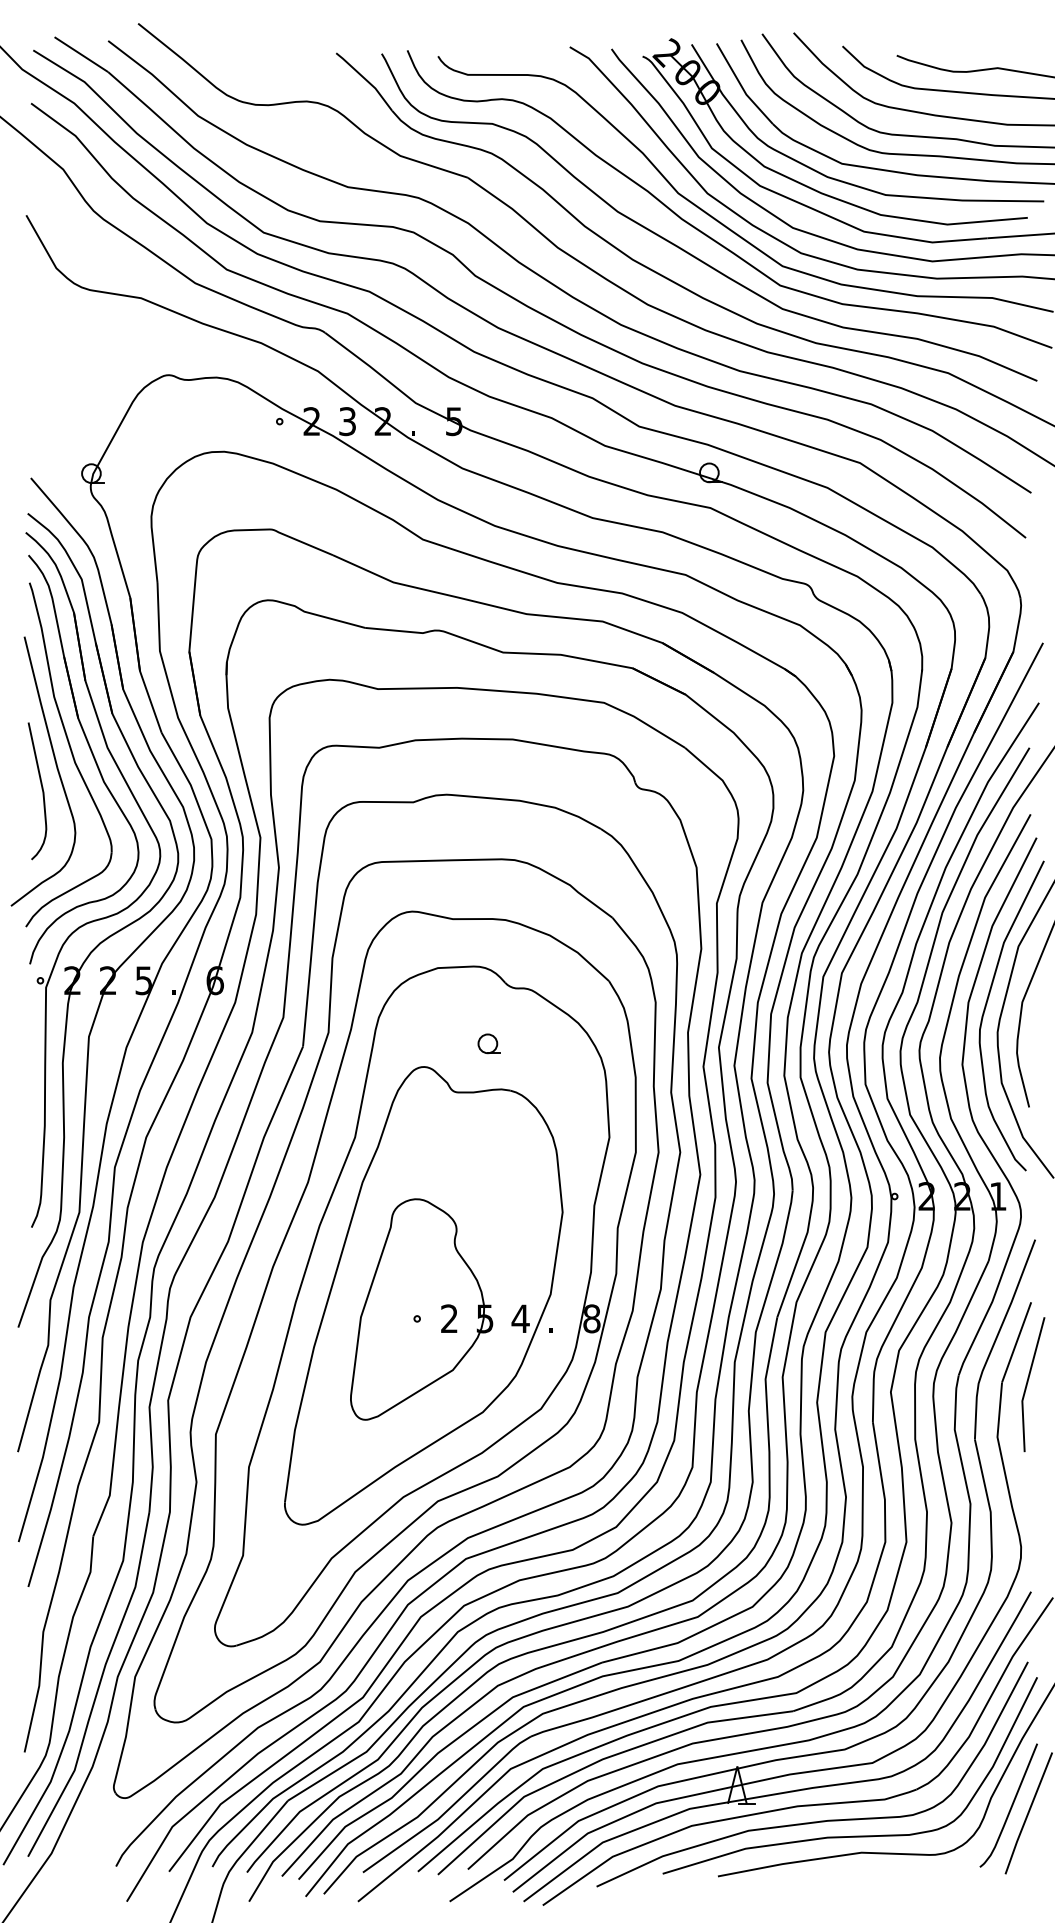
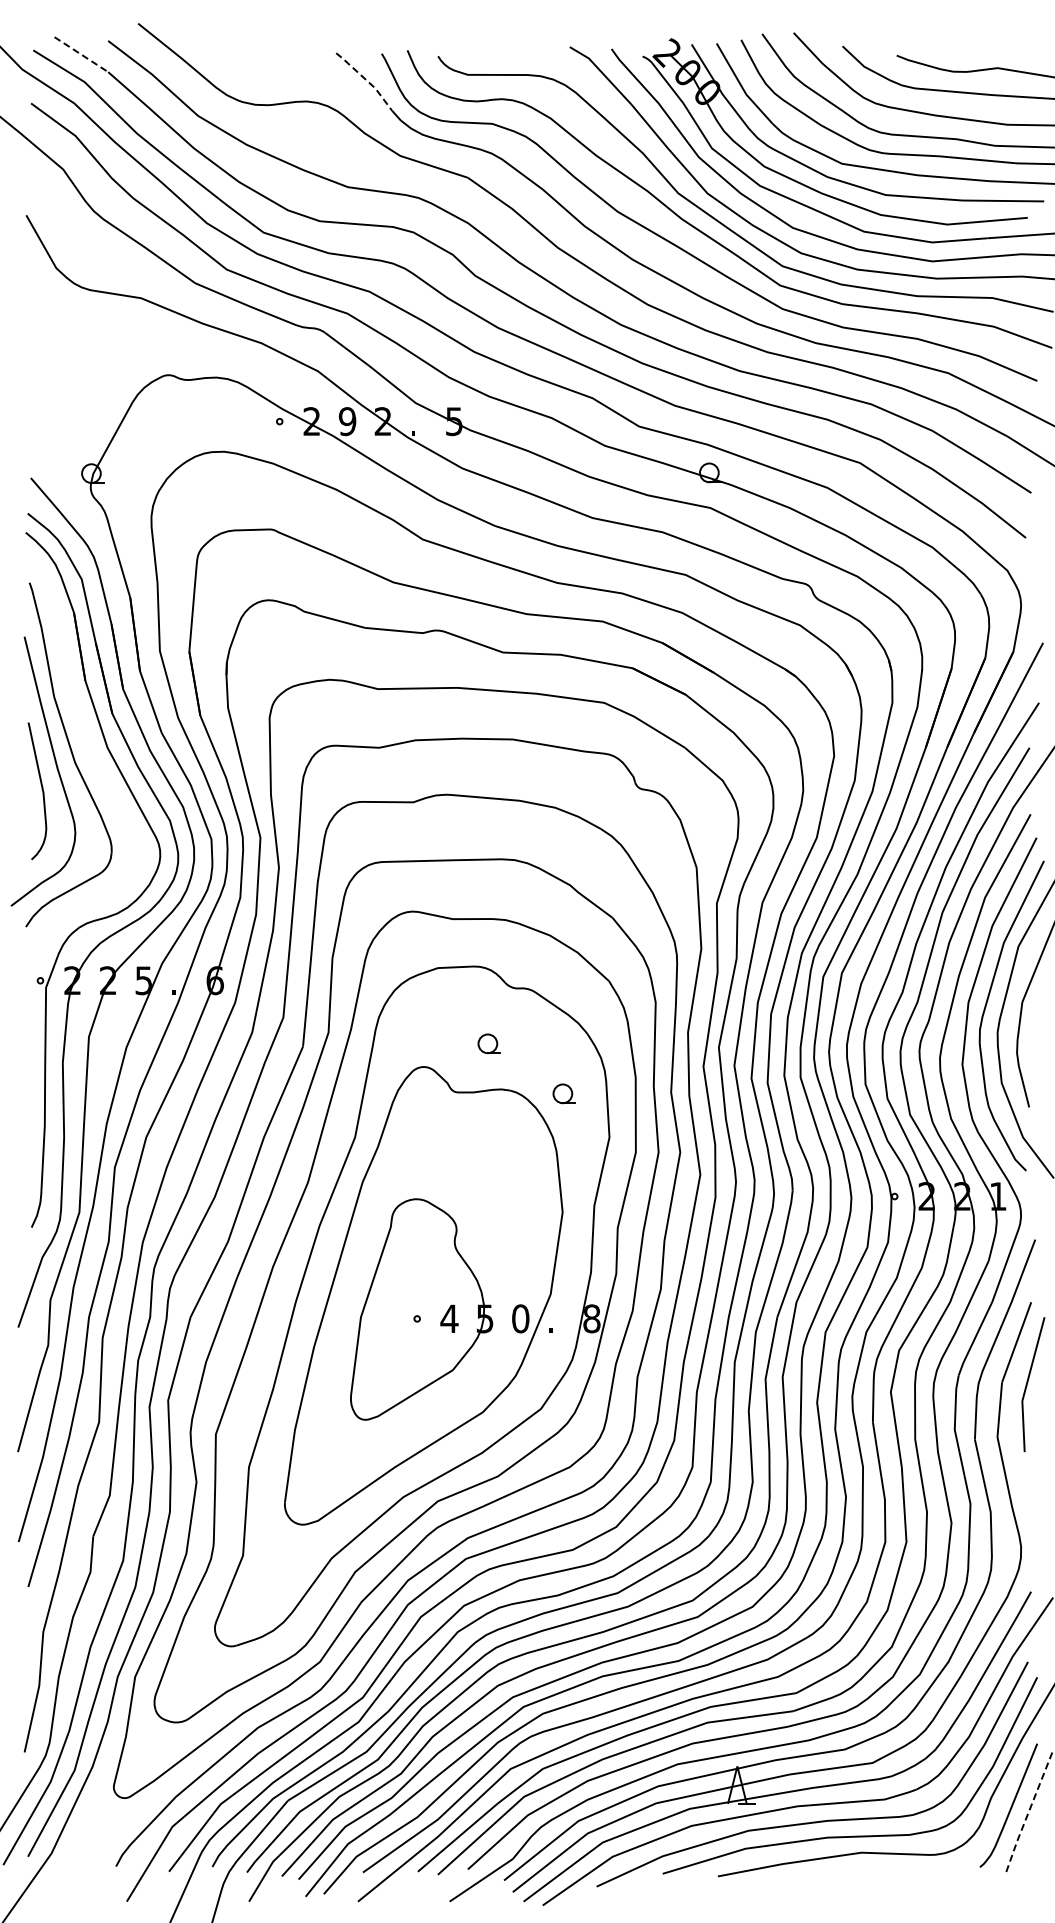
line at (81, 54): solid -> dashed
line at (366, 79): solid -> dashed
text at (347, 421): 3 -> 9
part at (91, 754): present -> none
part at (563, 1093): none -> present
text at (449, 1318): 2 -> 4
text at (520, 1318): 4 -> 0
line at (1028, 1813): solid -> dashed
